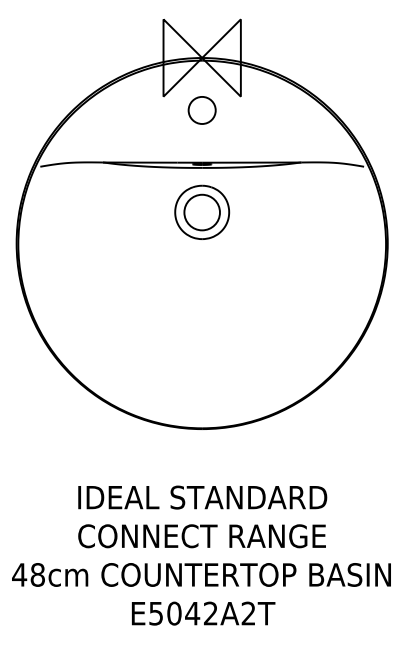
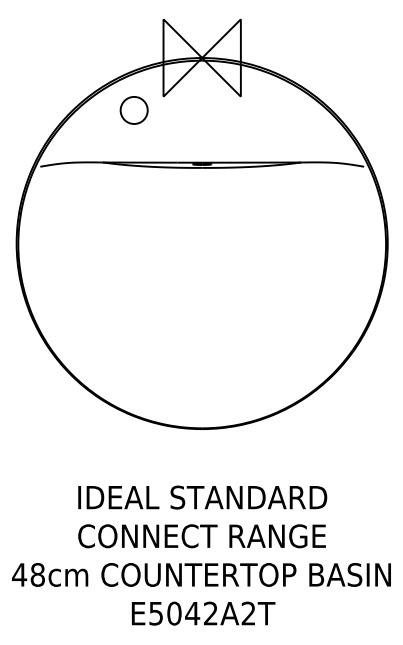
circle at (201, 110) position: (201, 110) -> (133, 110)
part at (202, 211): present -> none
